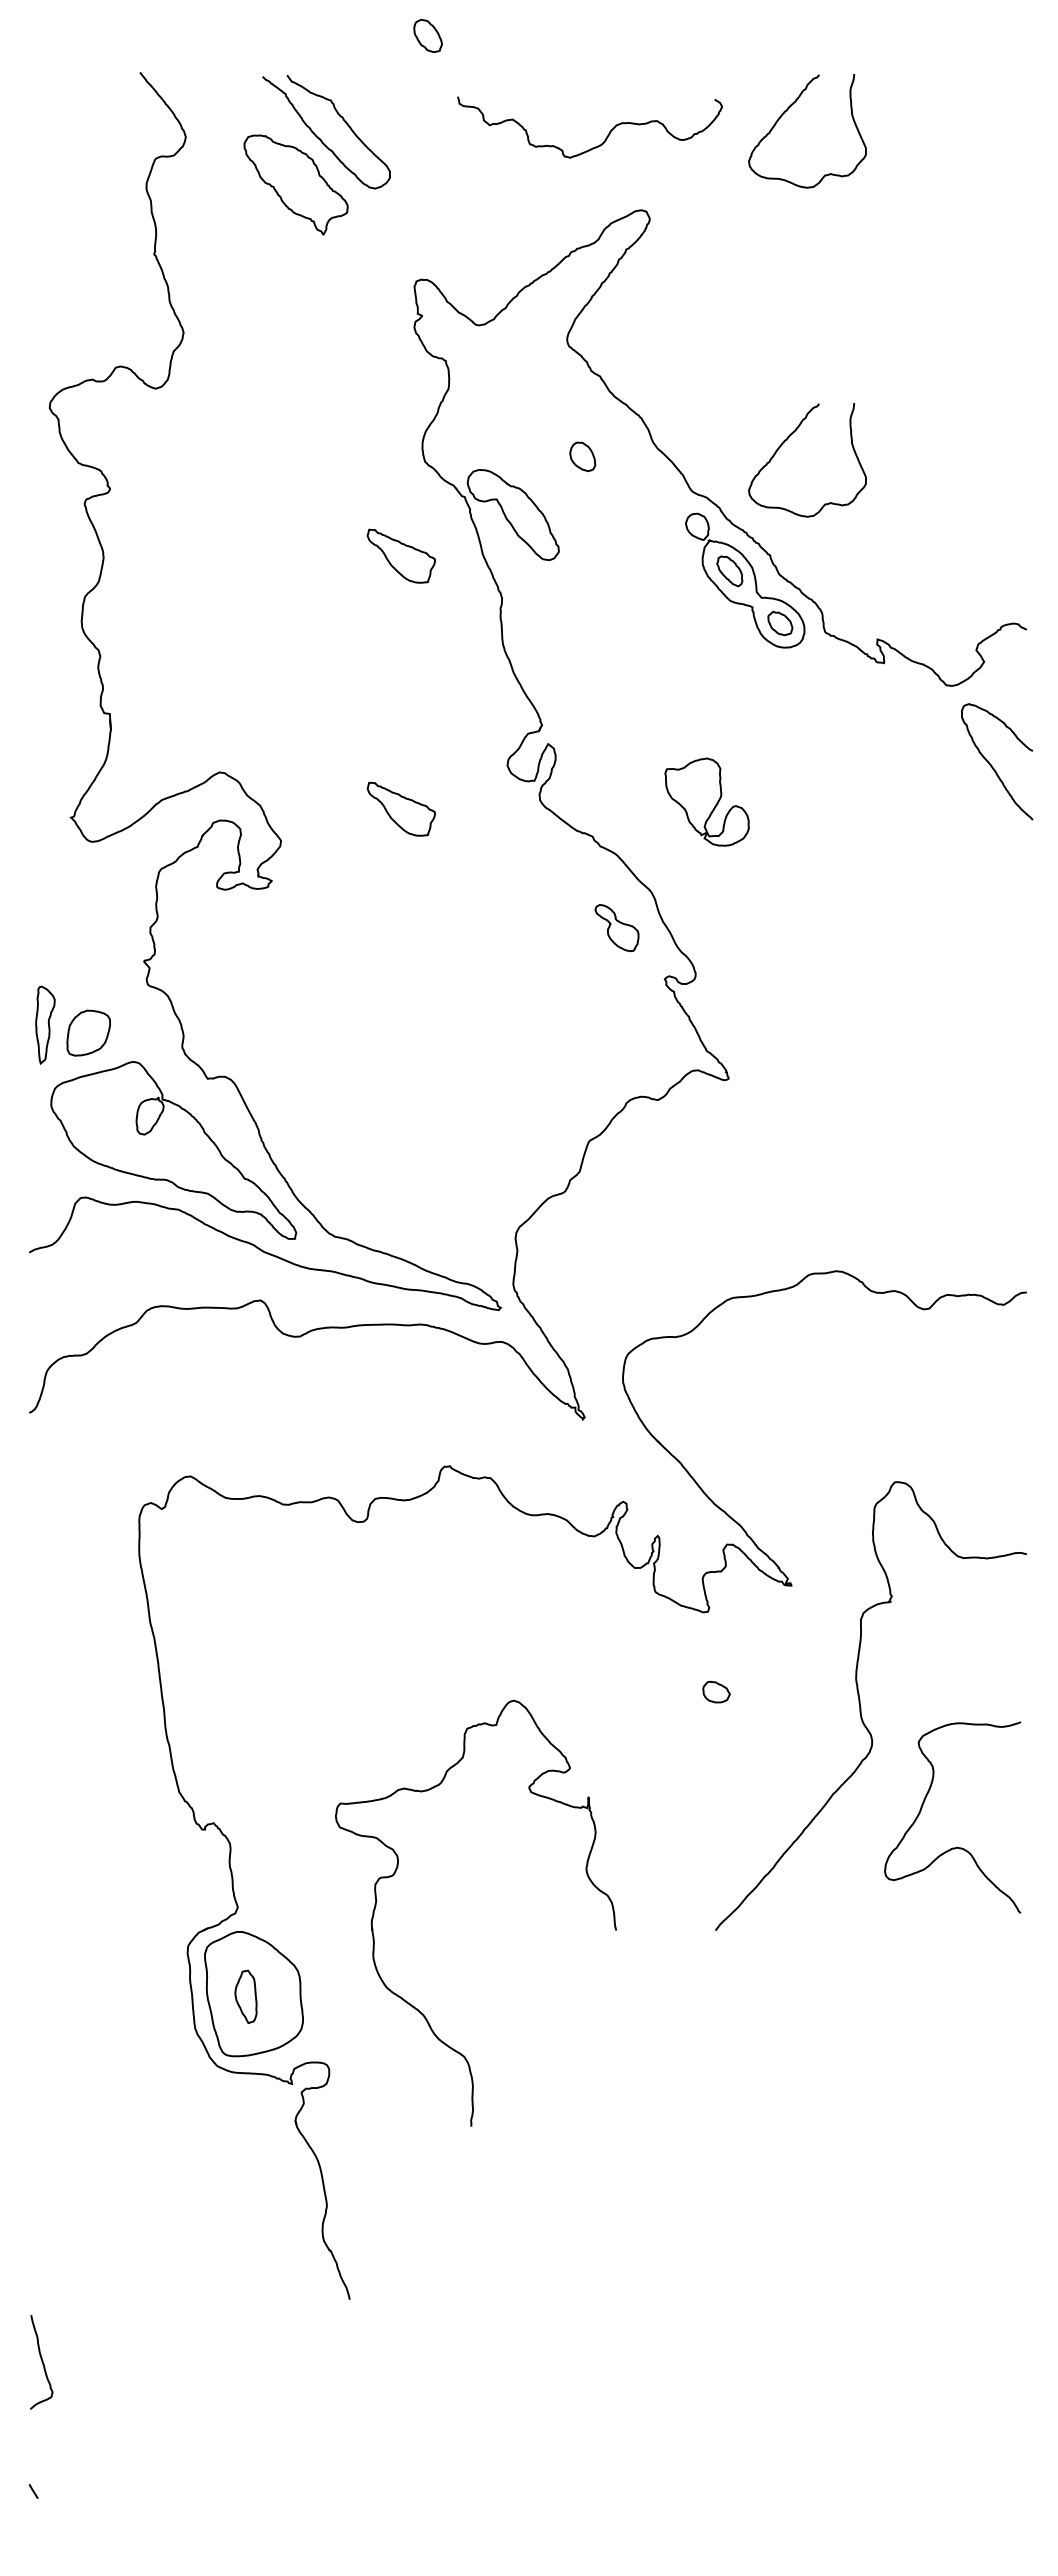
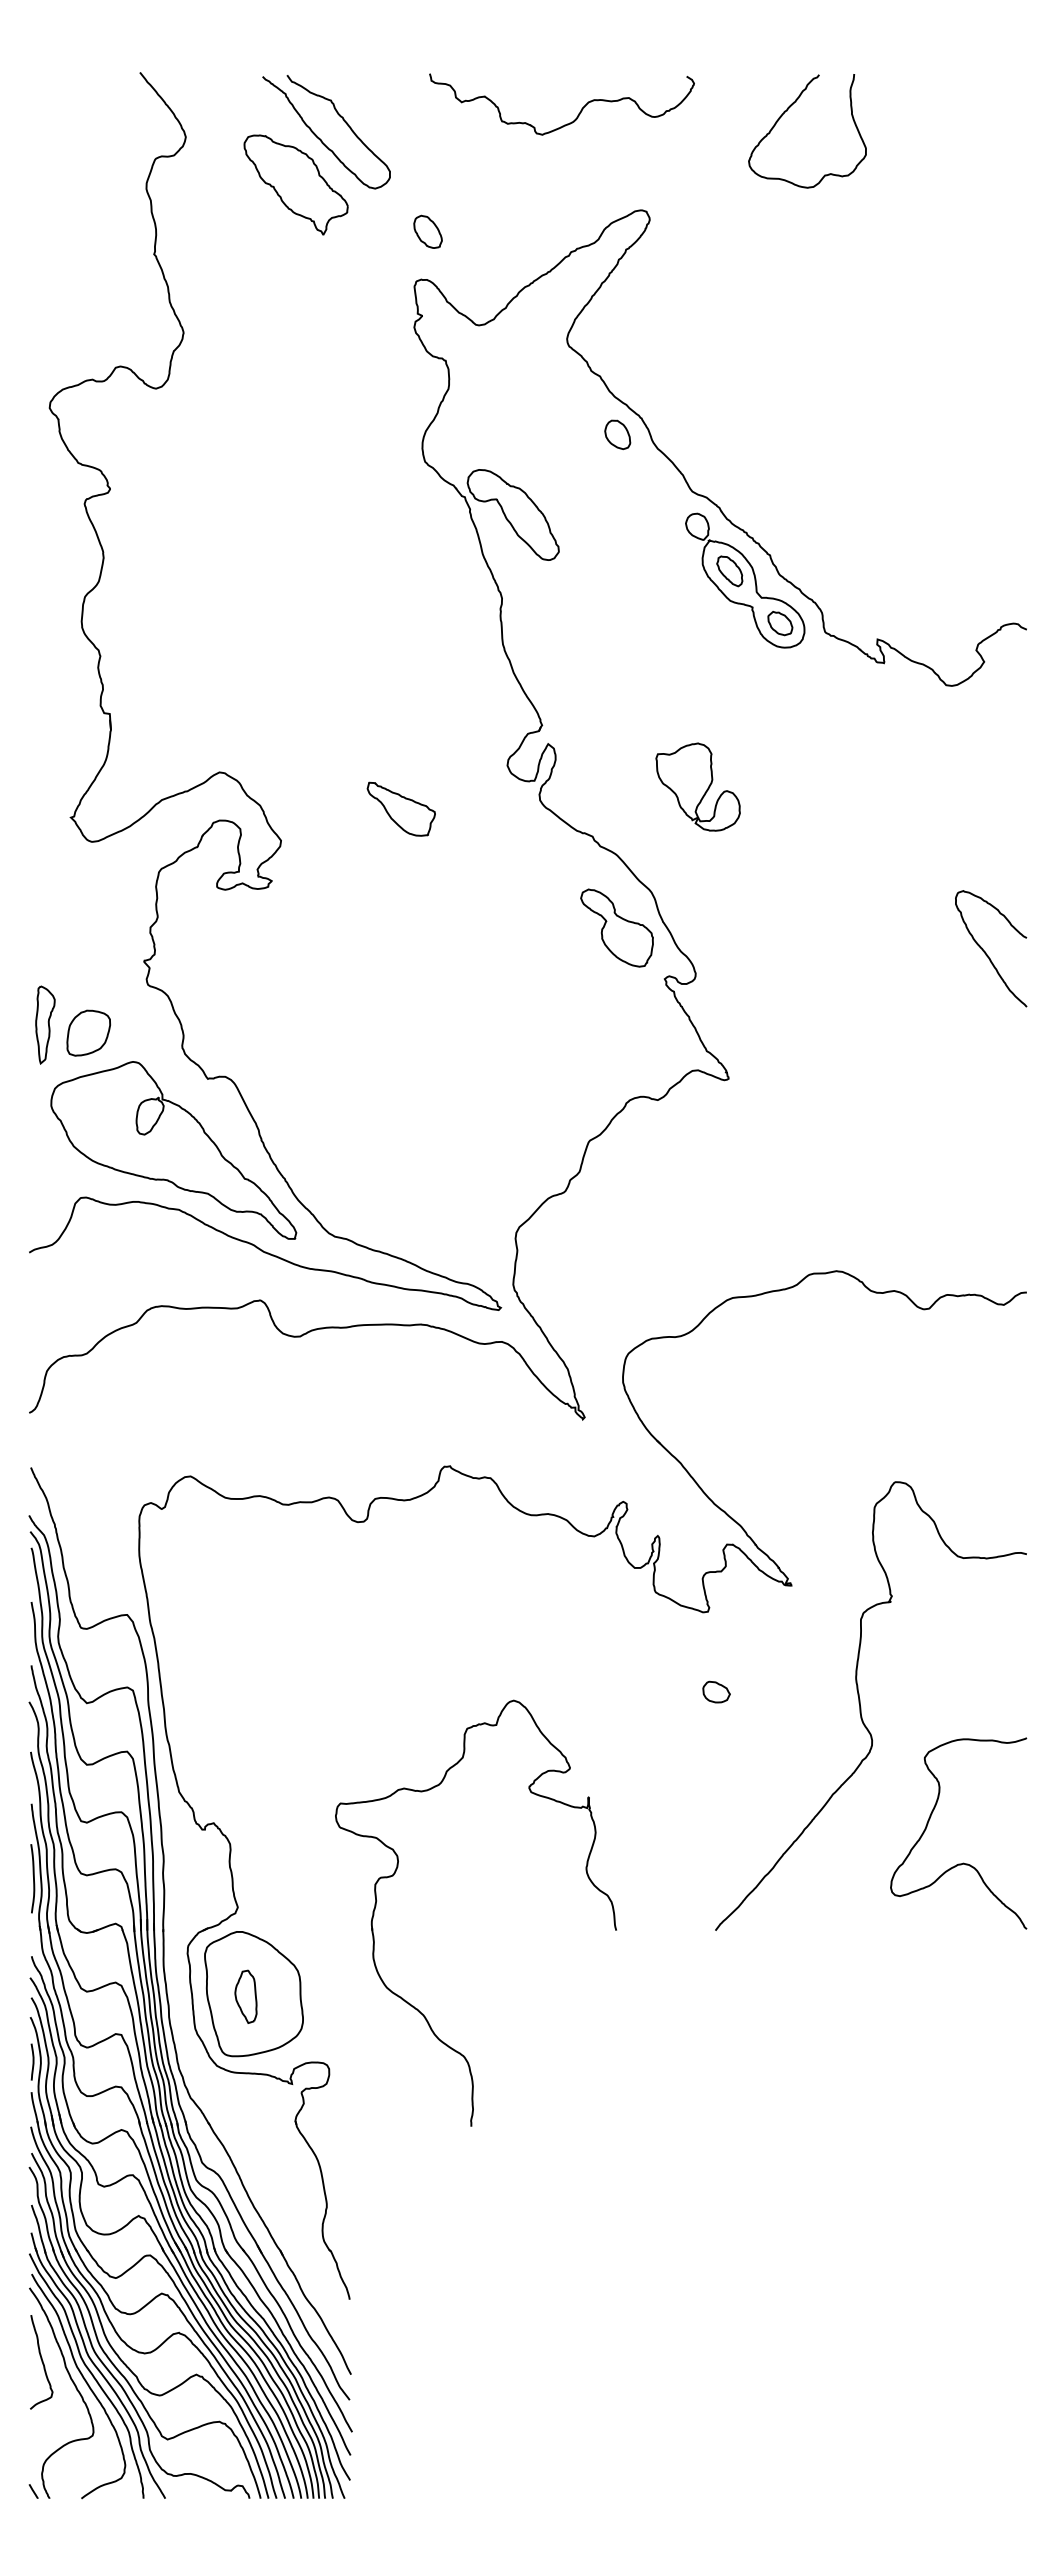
part at (427, 35) position: (427, 35) -> (427, 231)
curve at (606, 136) position: (606, 136) -> (578, 113)
curve at (787, 440): present -> none
part at (582, 456) position: (582, 456) -> (617, 434)
part at (400, 555): present -> none
curve at (992, 765) position: (992, 765) -> (986, 952)
part at (706, 801) position: (706, 801) -> (697, 786)
part at (616, 928) size: 46x49 px -> 74x80 px
curve at (957, 1846) position: (957, 1846) -> (963, 1862)
part at (167, 1987): none -> present
